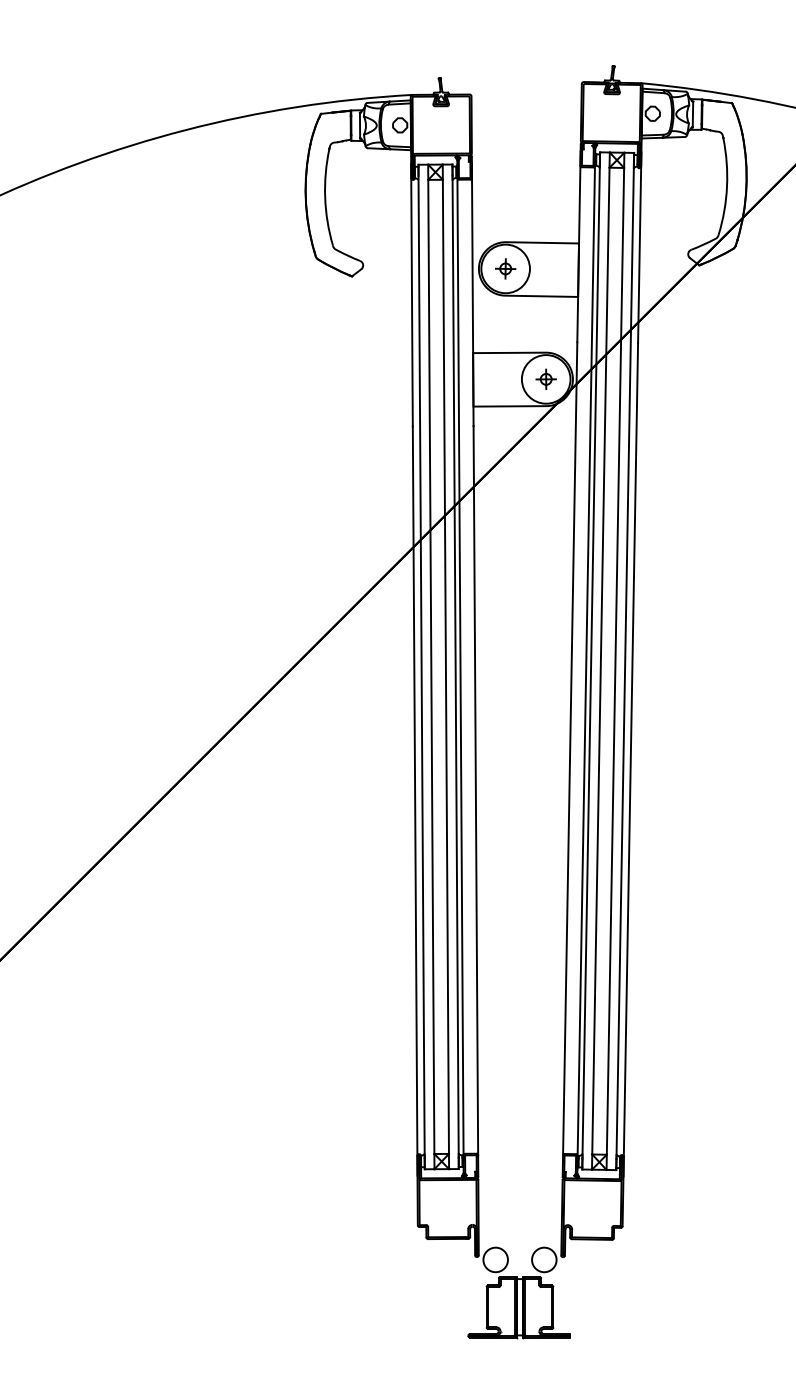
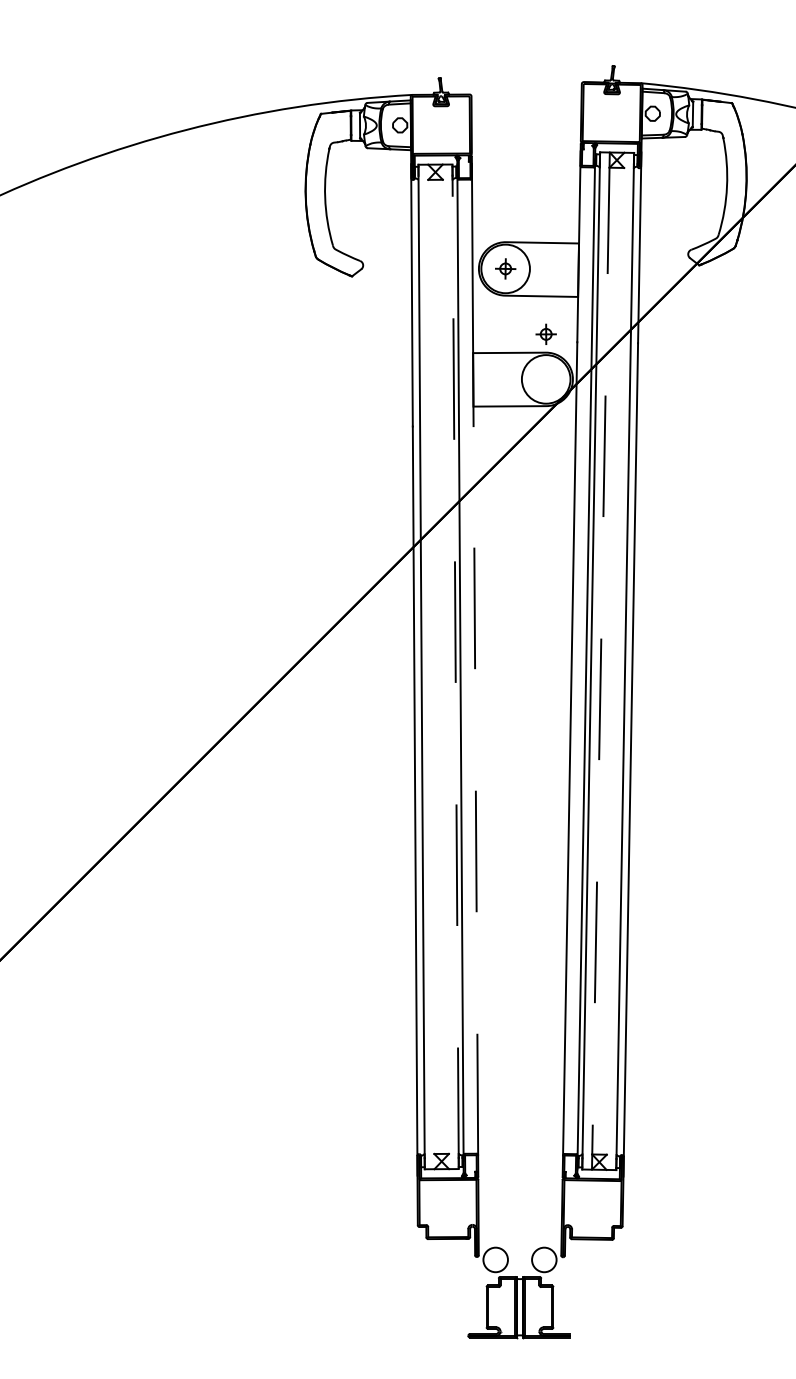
part at (545, 378) position: (545, 378) -> (545, 333)
line at (615, 660): present -> none
line at (600, 661): solid -> dashed
line at (431, 666): present -> none
line at (445, 666): present -> none
line at (455, 666): solid -> dashed
line at (475, 790): solid -> dashed
